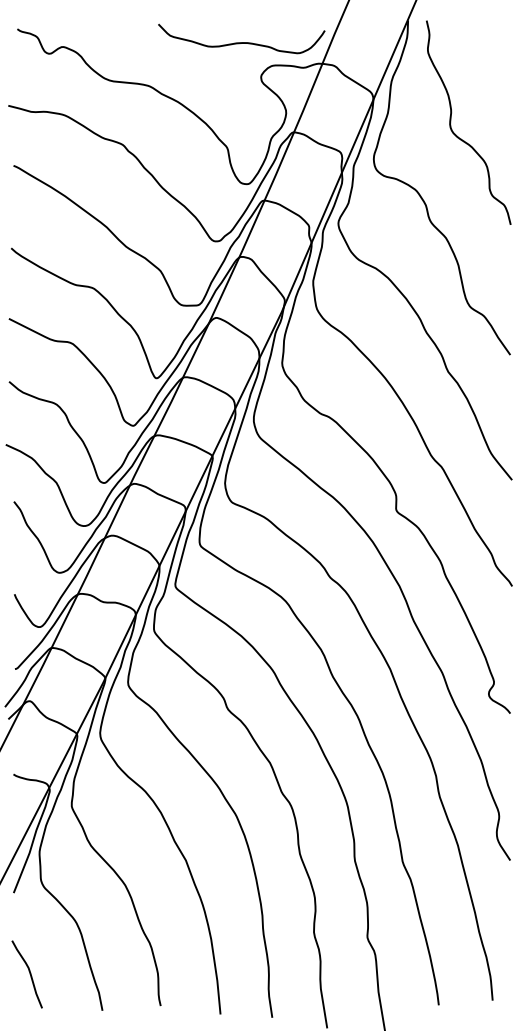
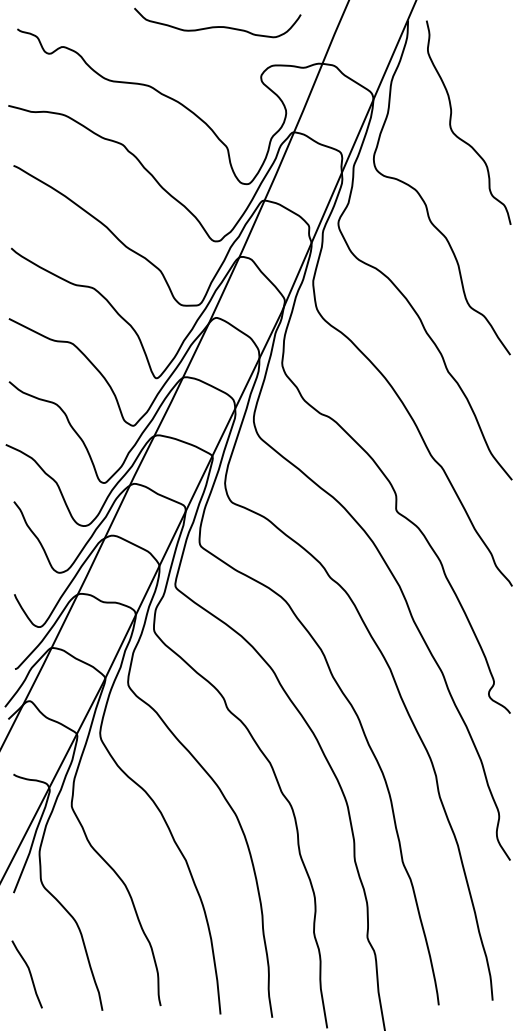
curve at (241, 42) position: (241, 42) -> (217, 26)
